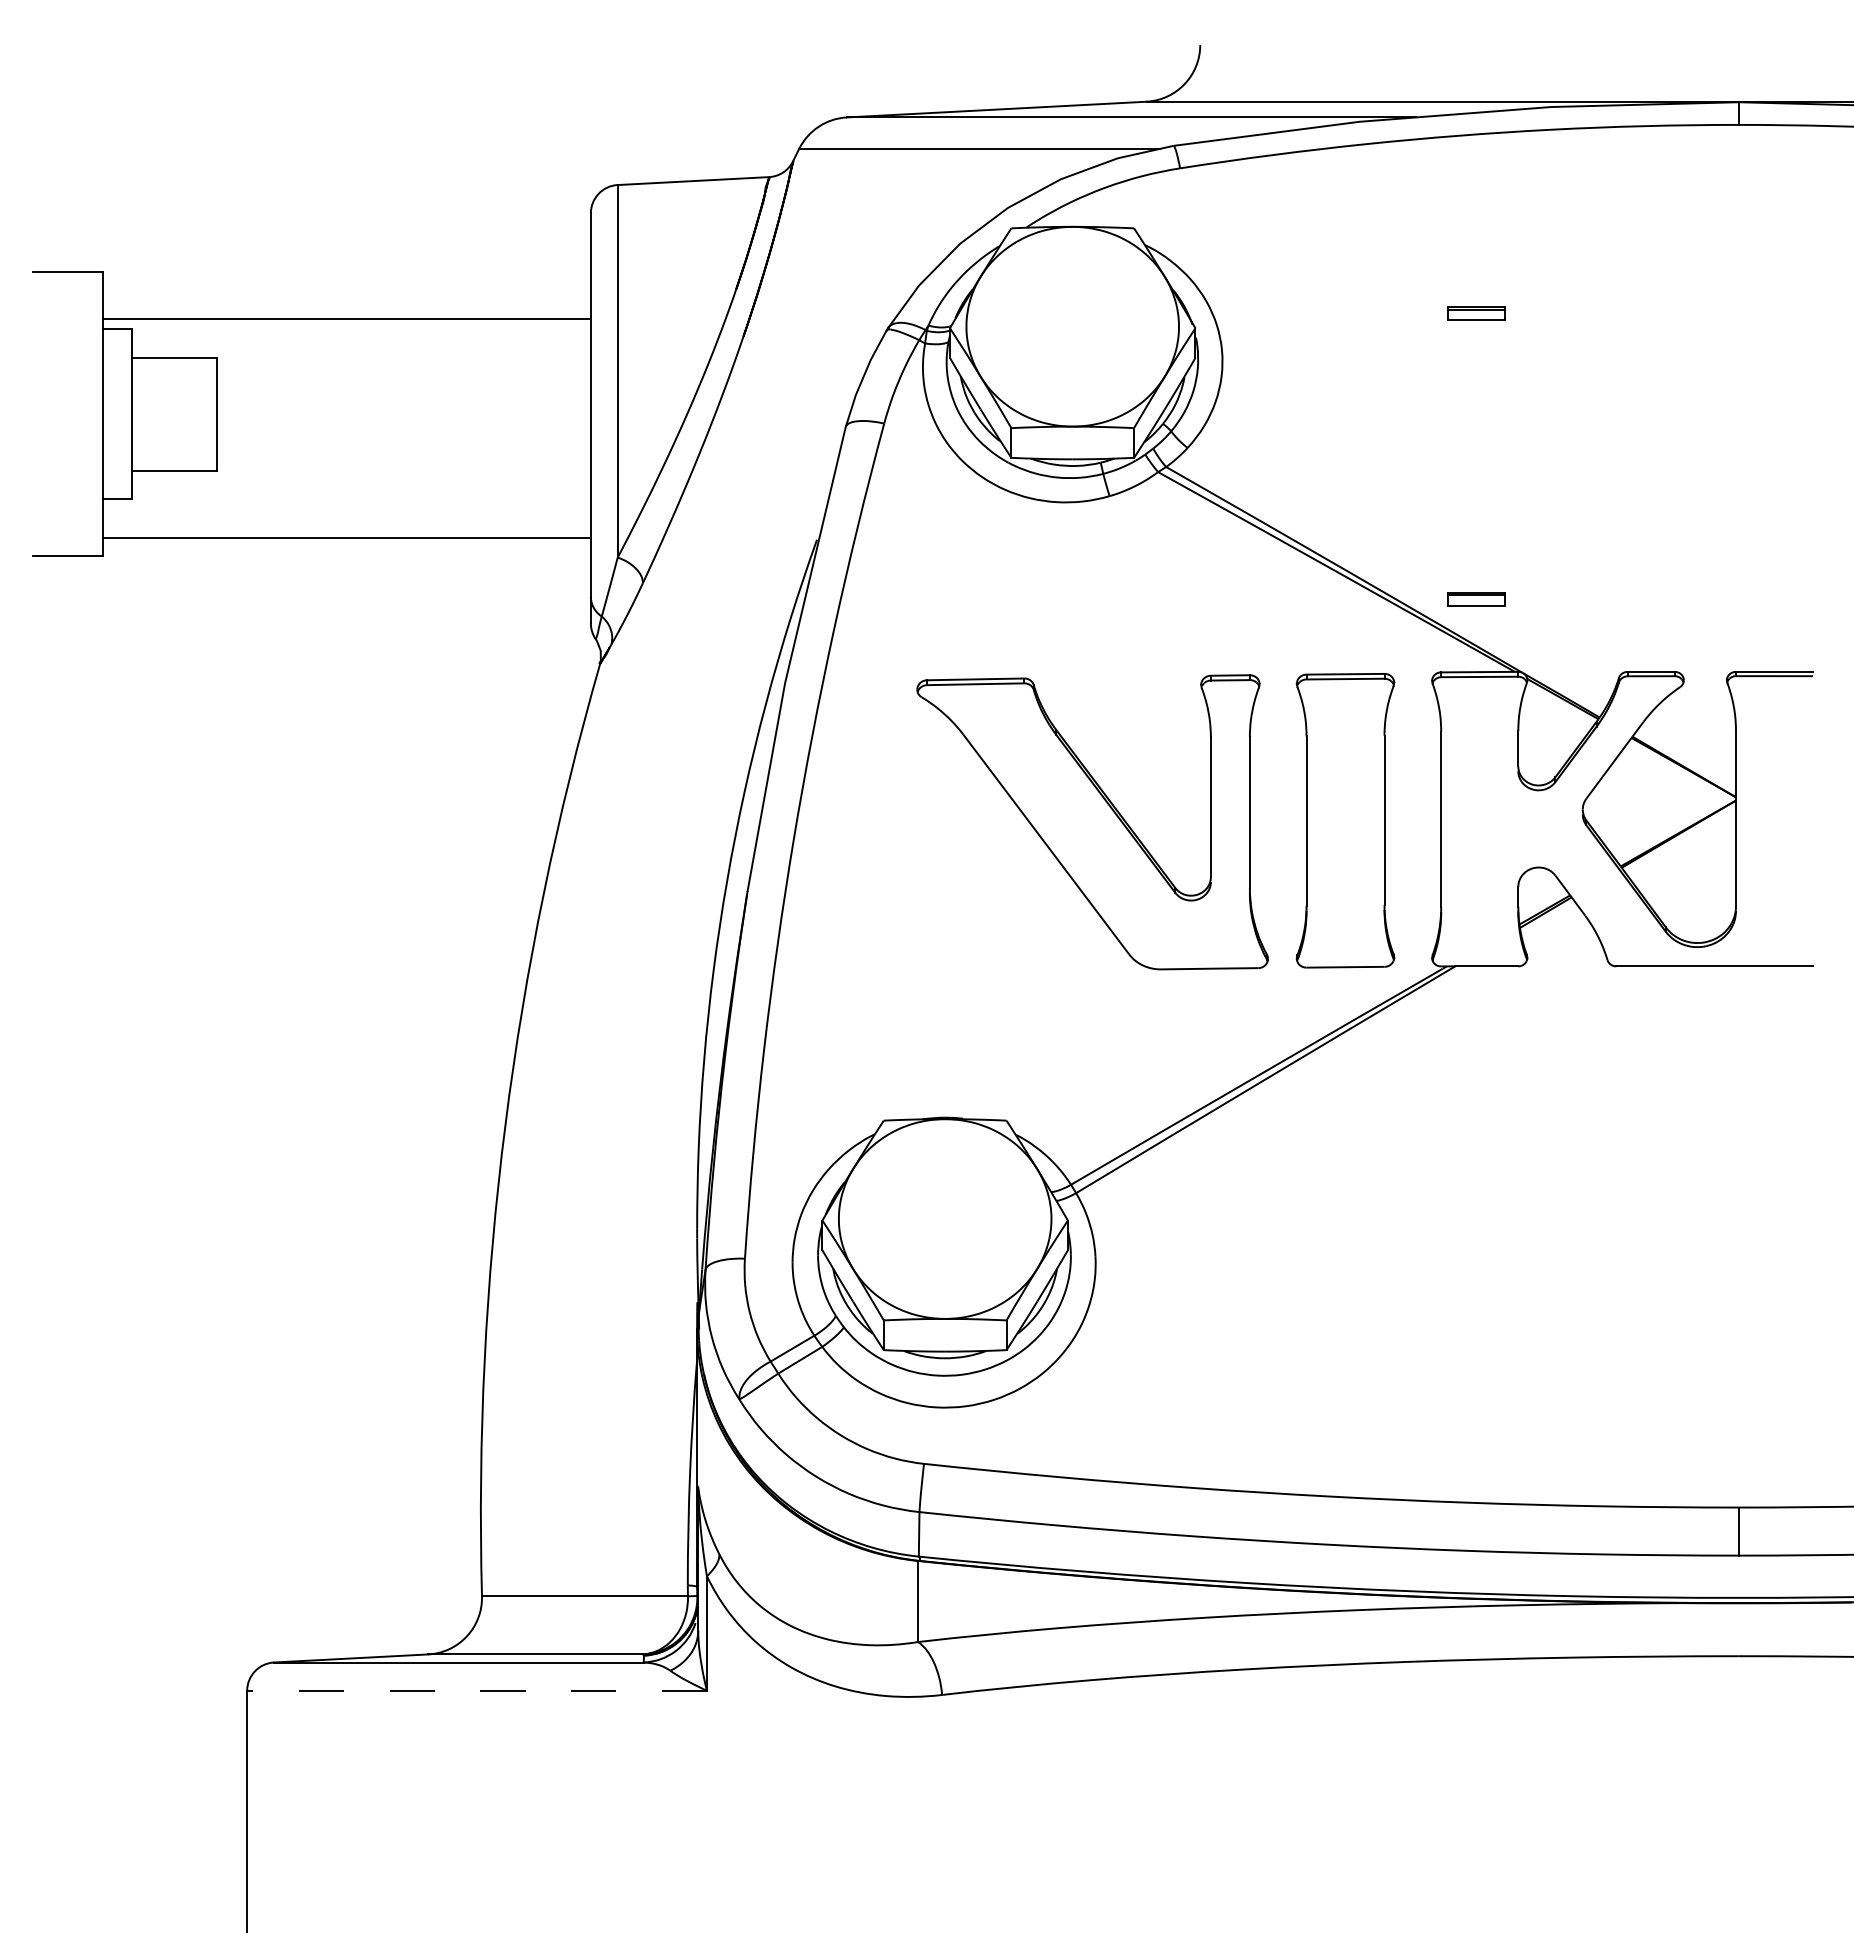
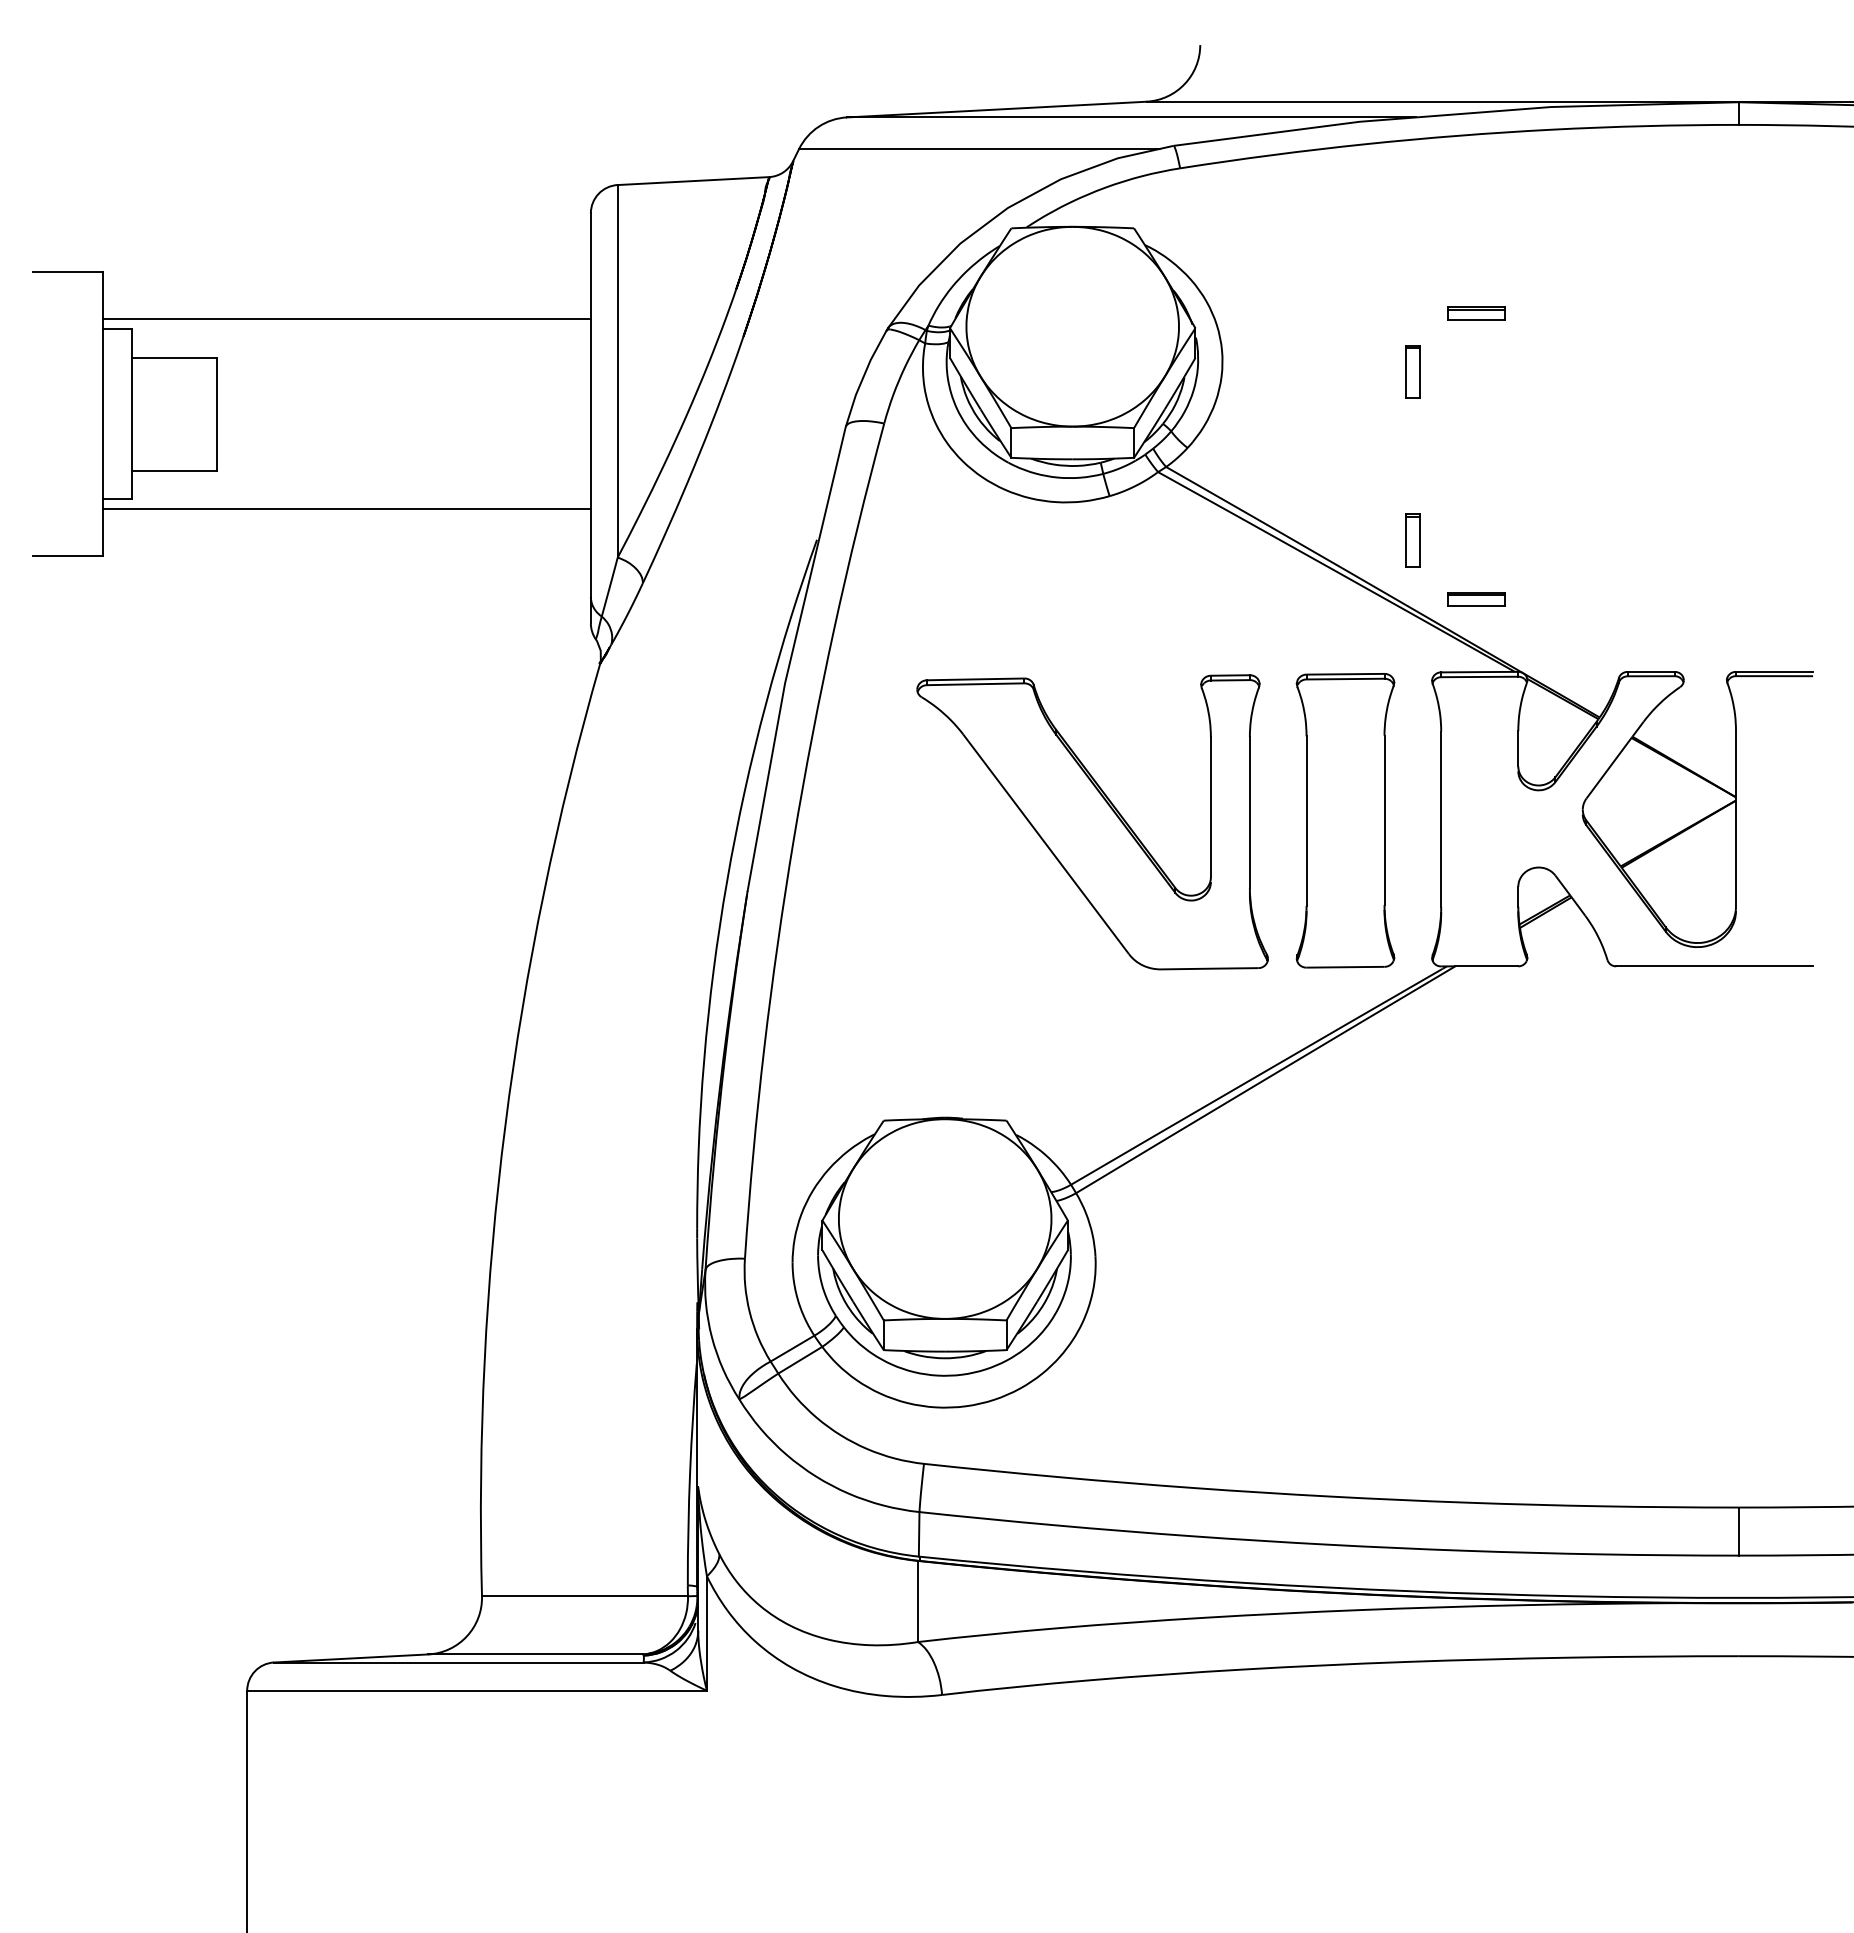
part at (1412, 371): none -> present
line at (346, 538) position: (346, 538) -> (346, 509)
part at (1412, 540): none -> present
line at (477, 1690): dashed -> solid
